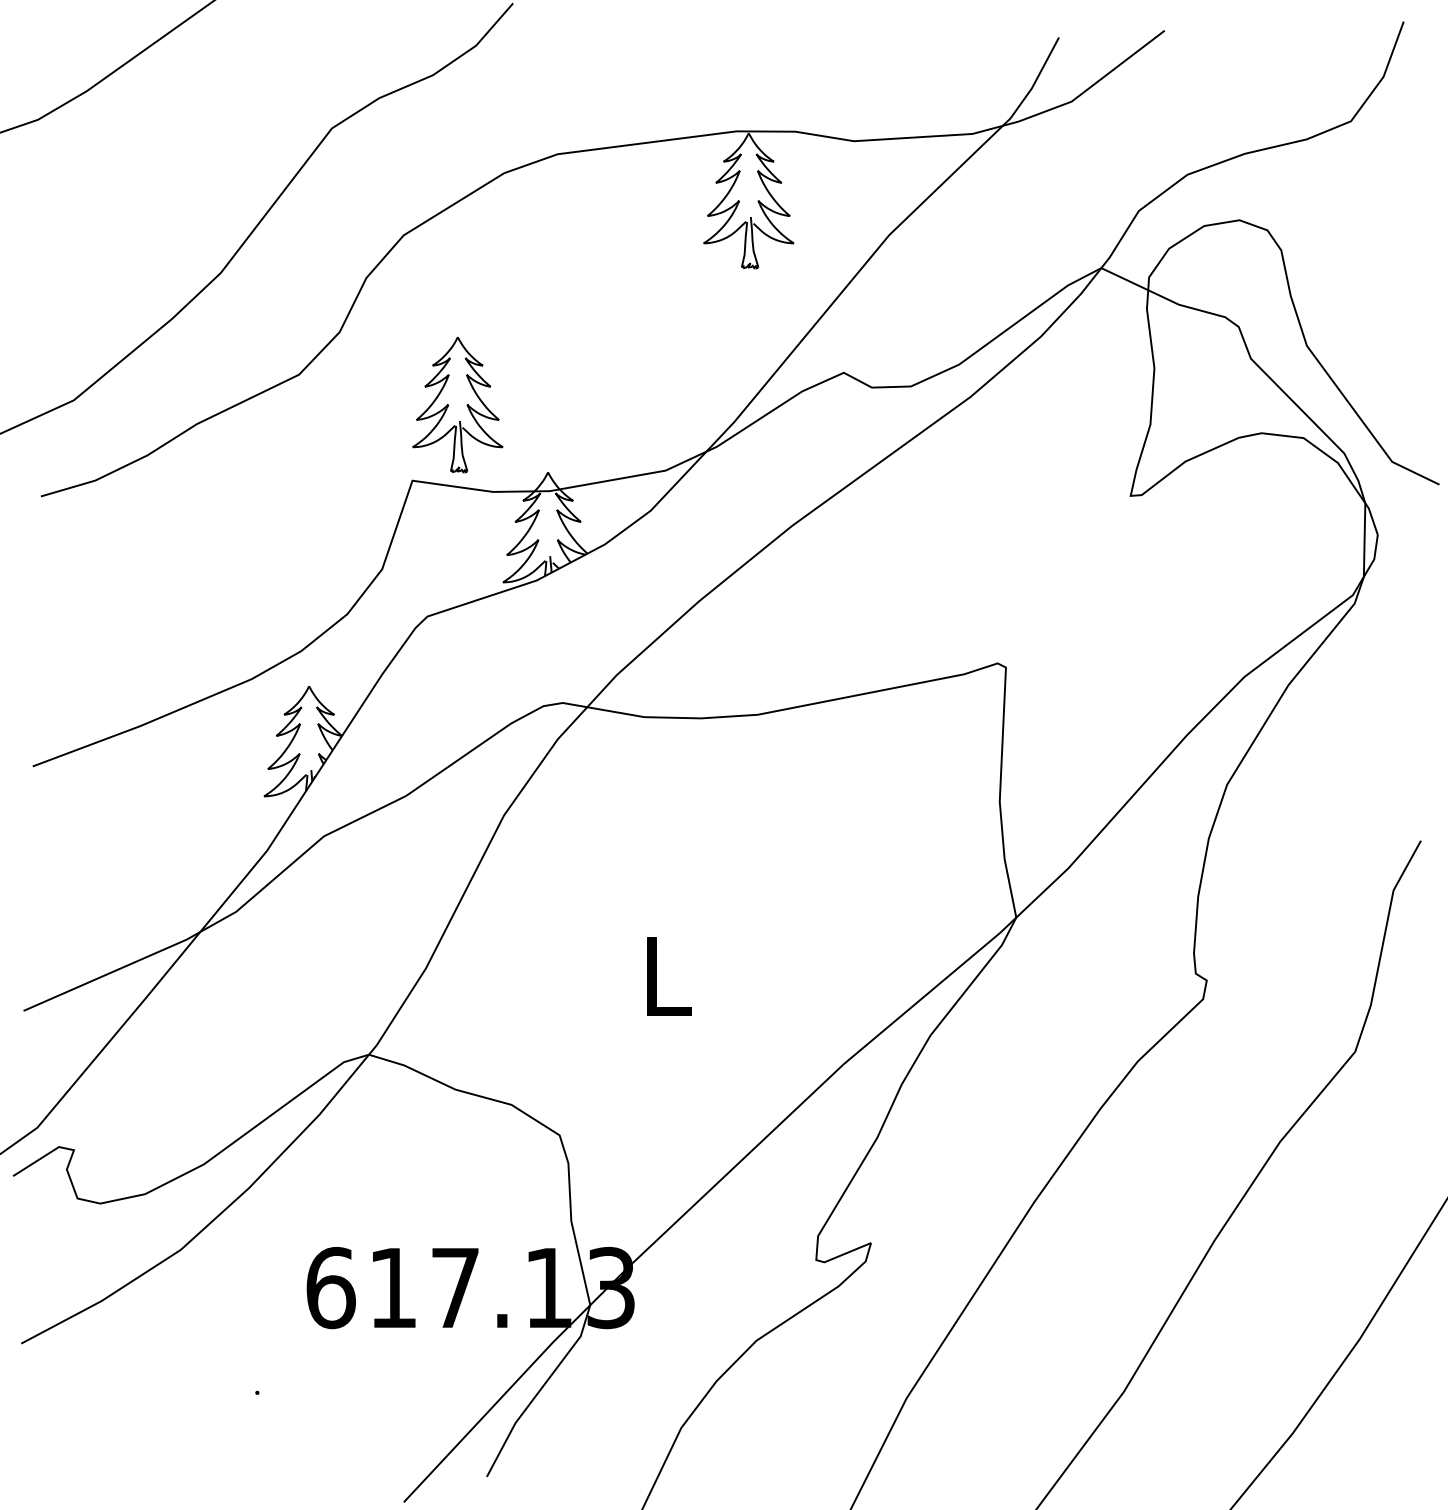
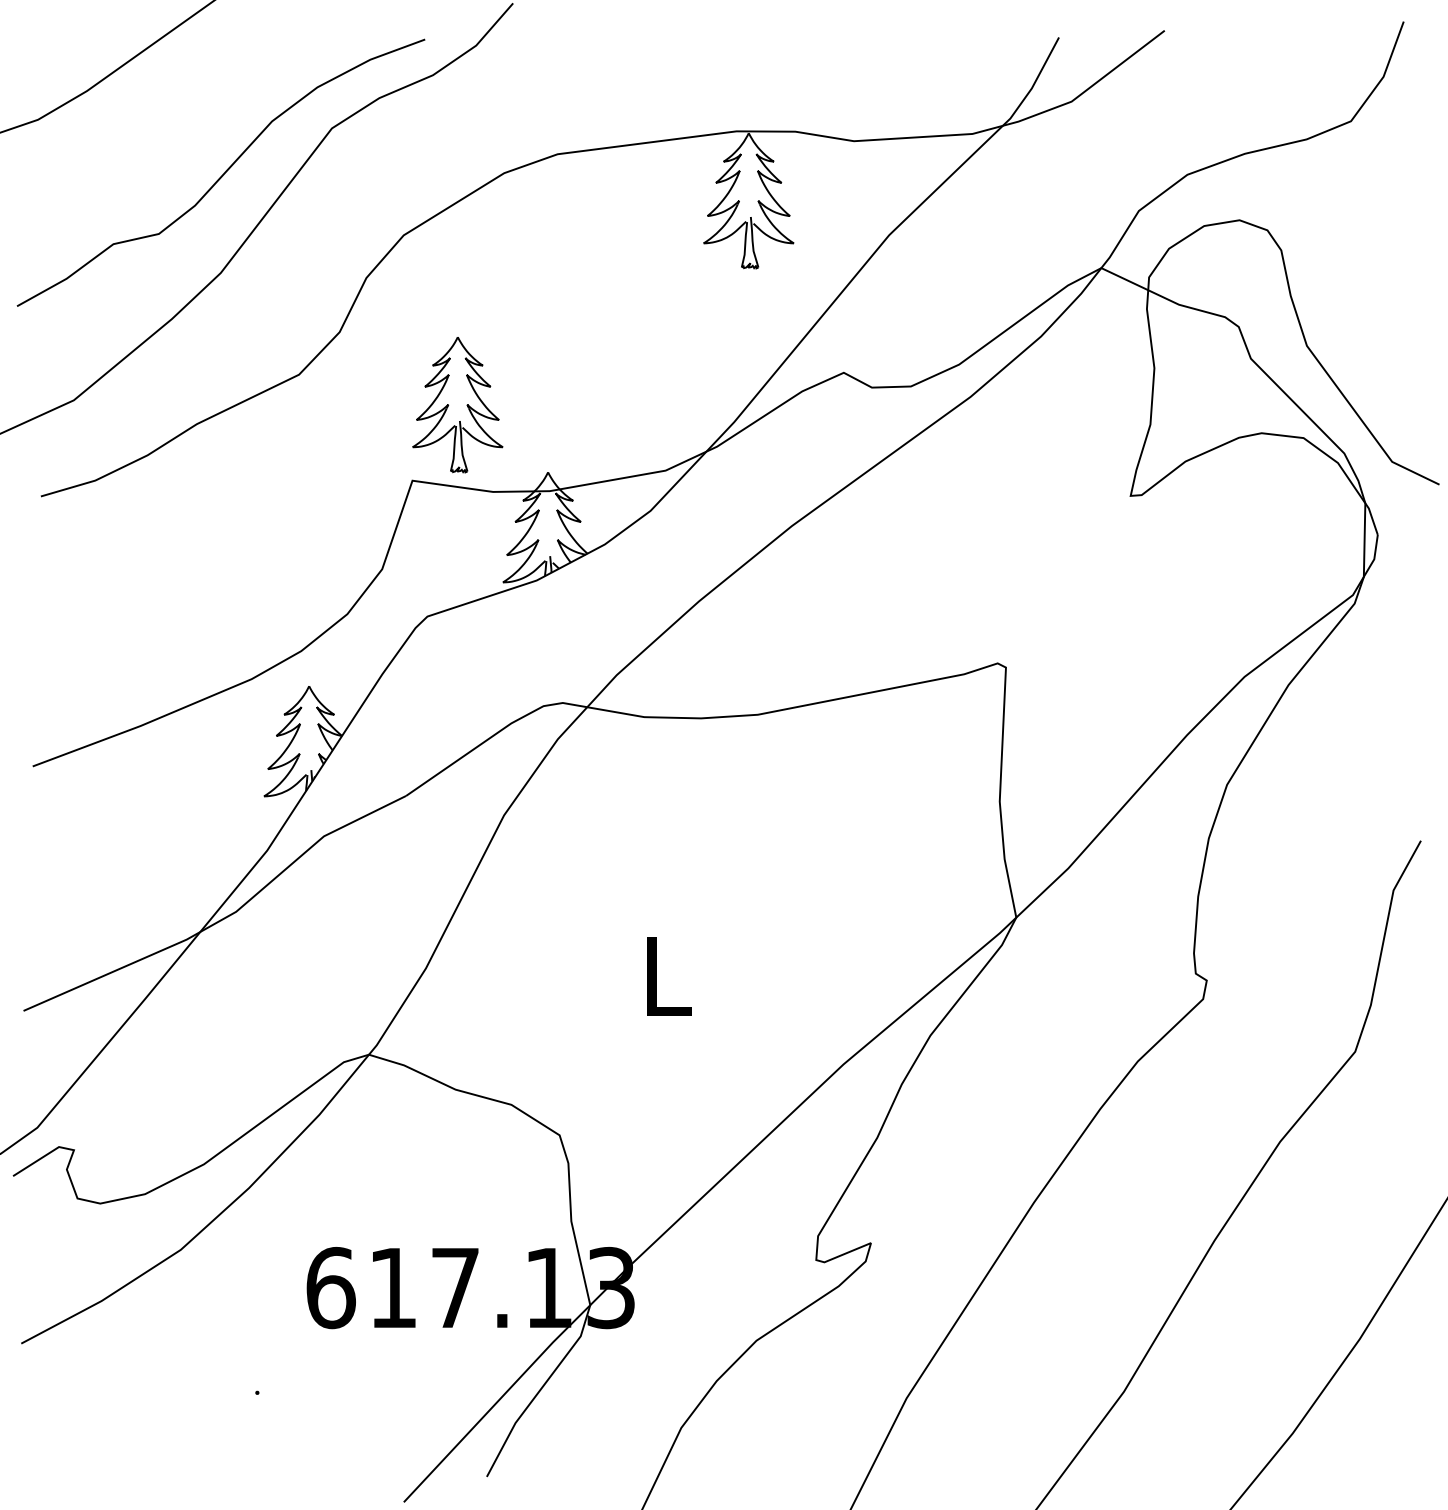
curve at (222, 174): none -> present
